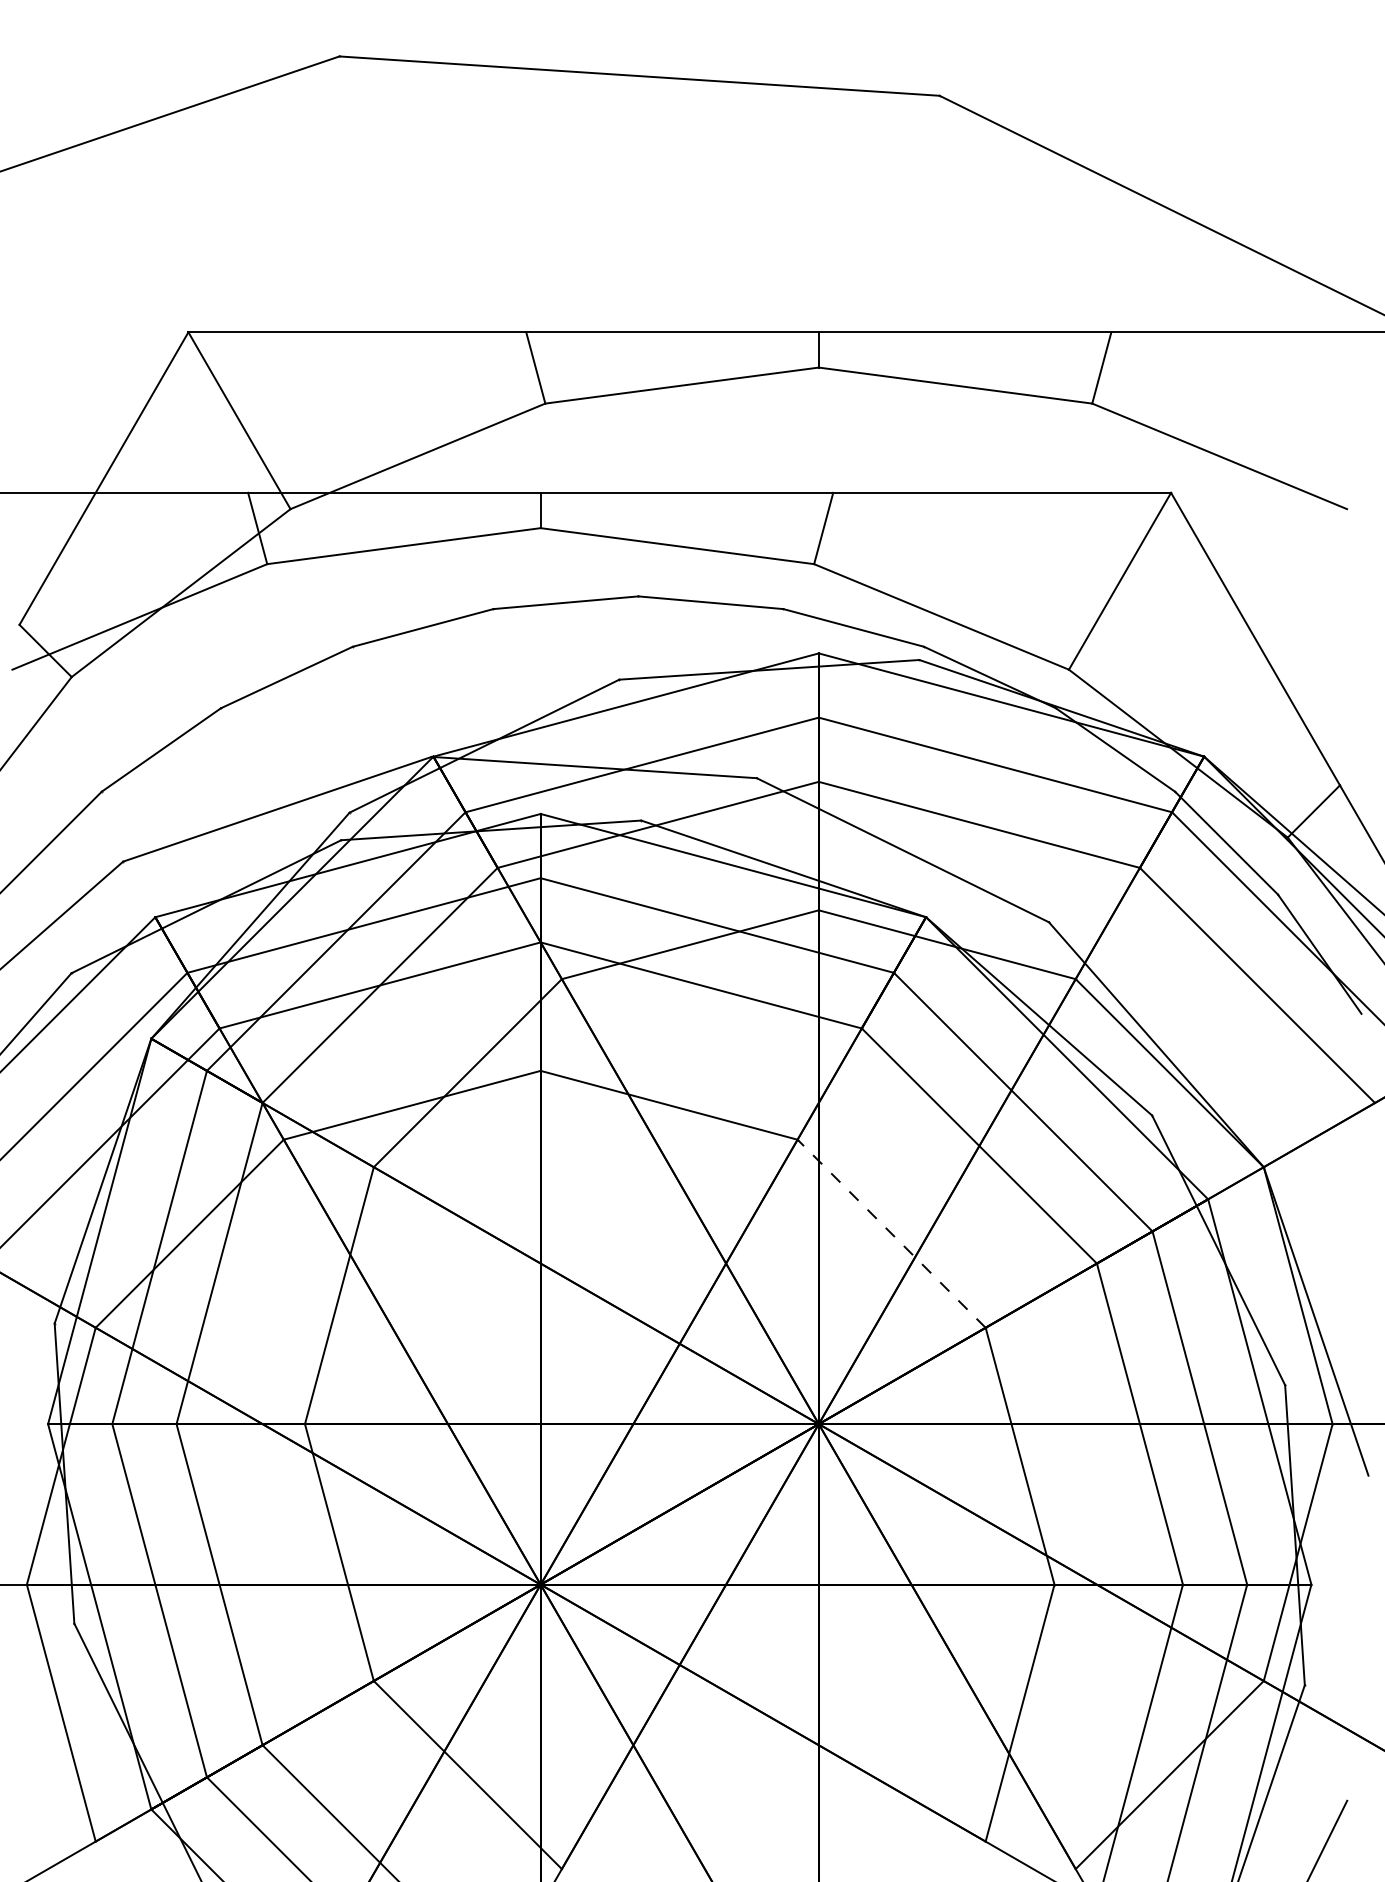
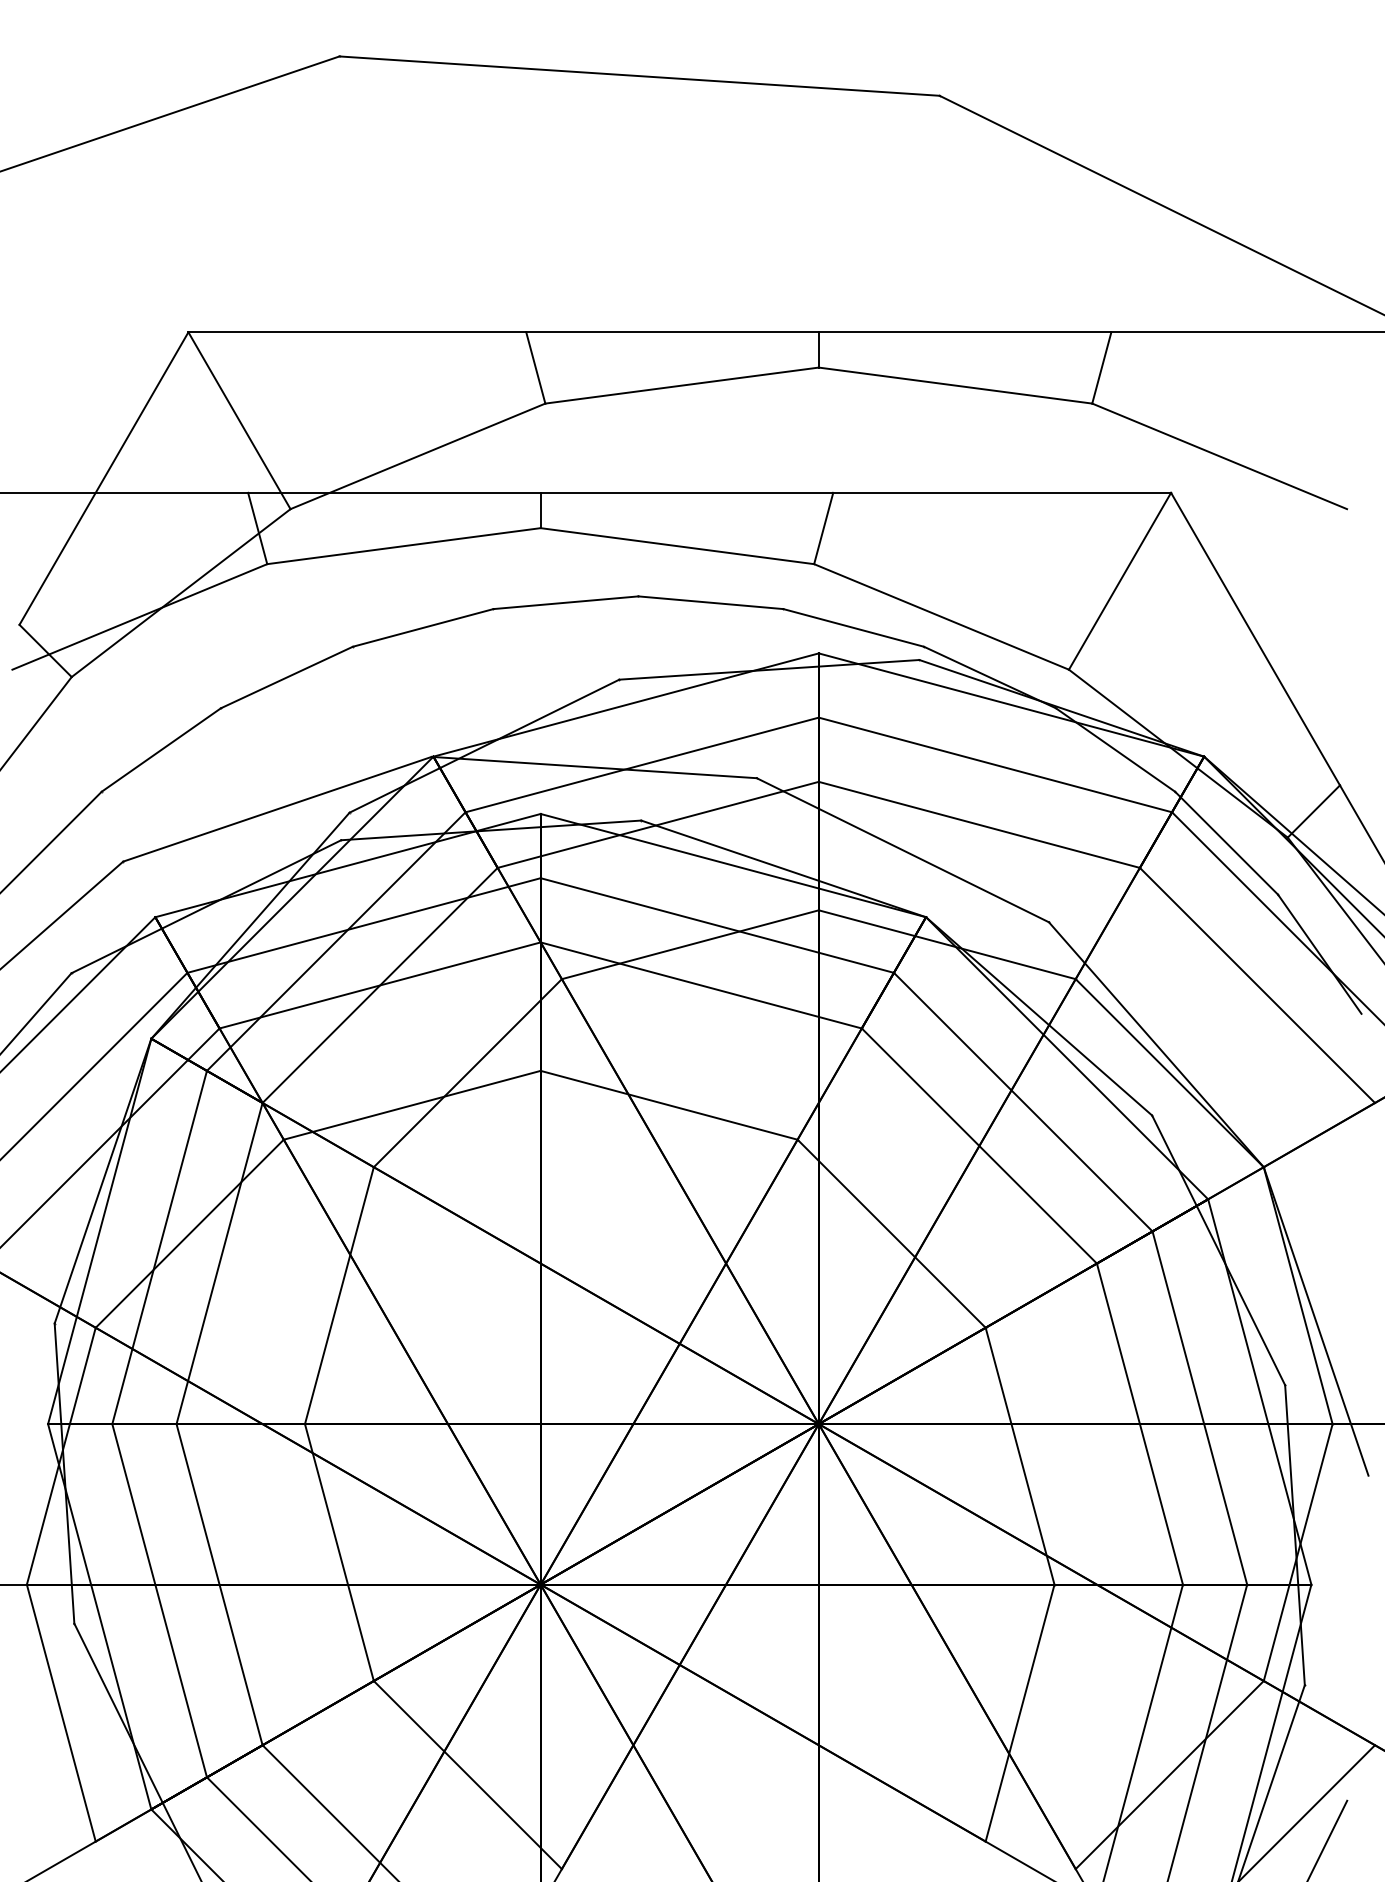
line at (891, 1233): dashed -> solid
line at (1308, 1811): none -> present
